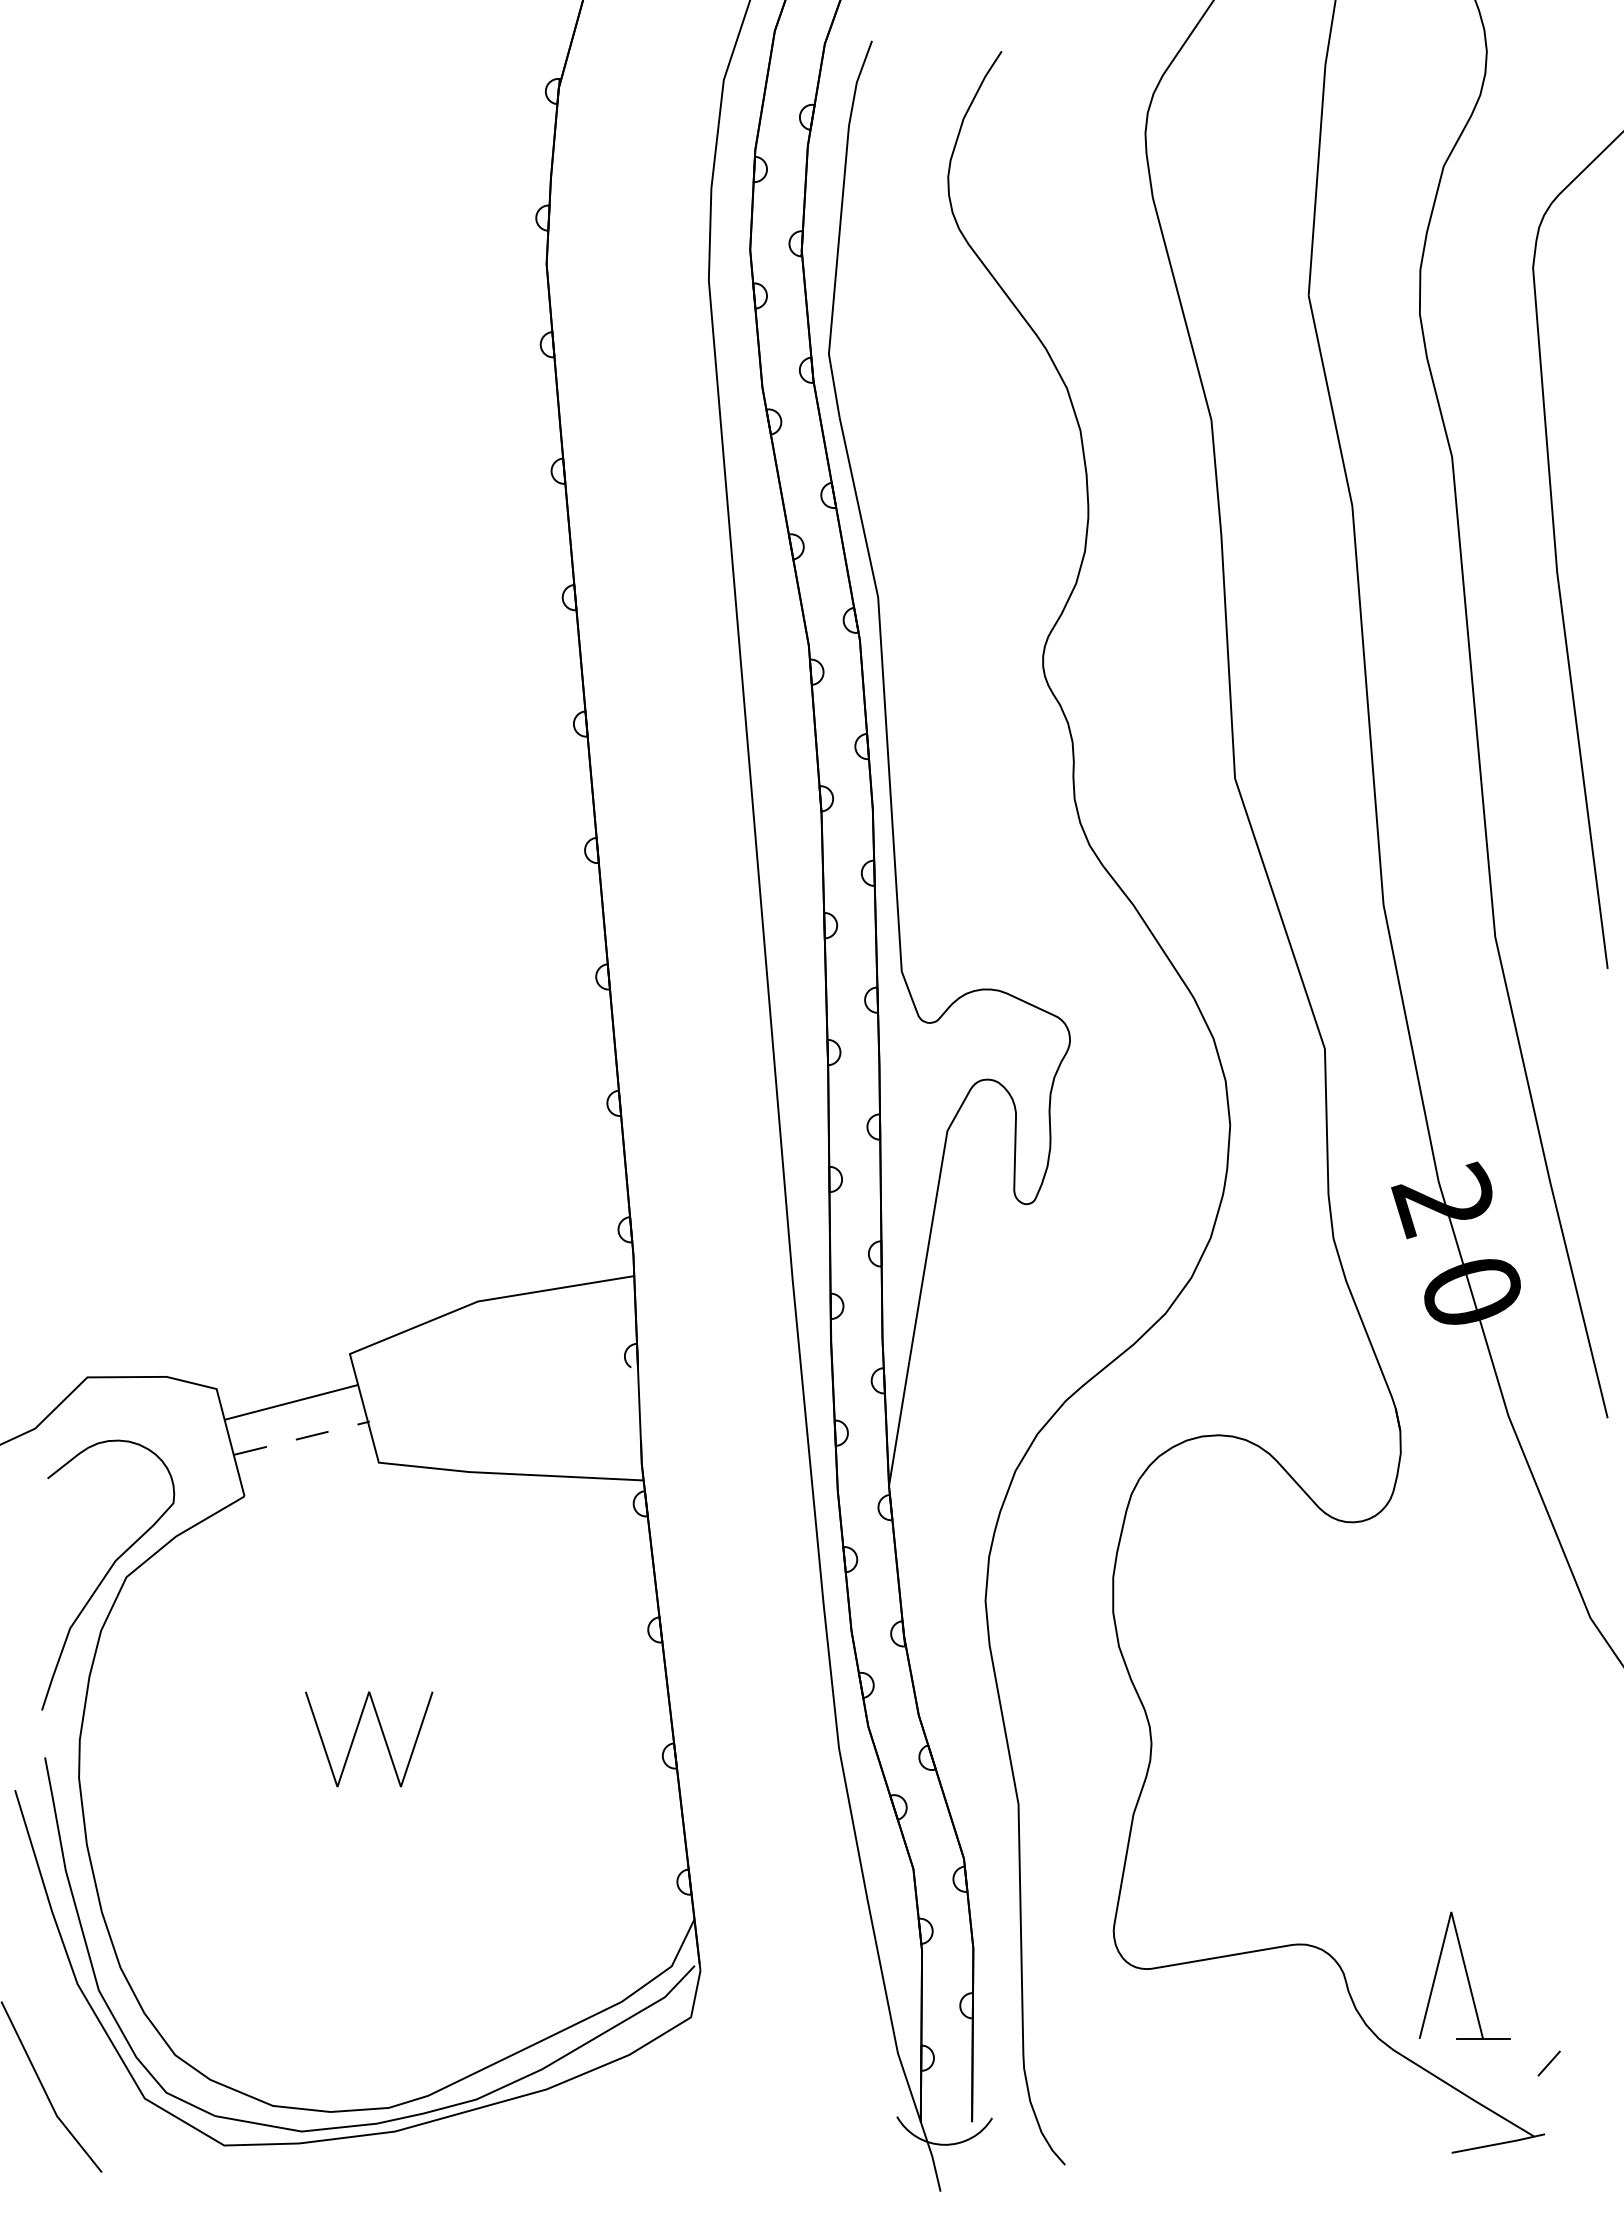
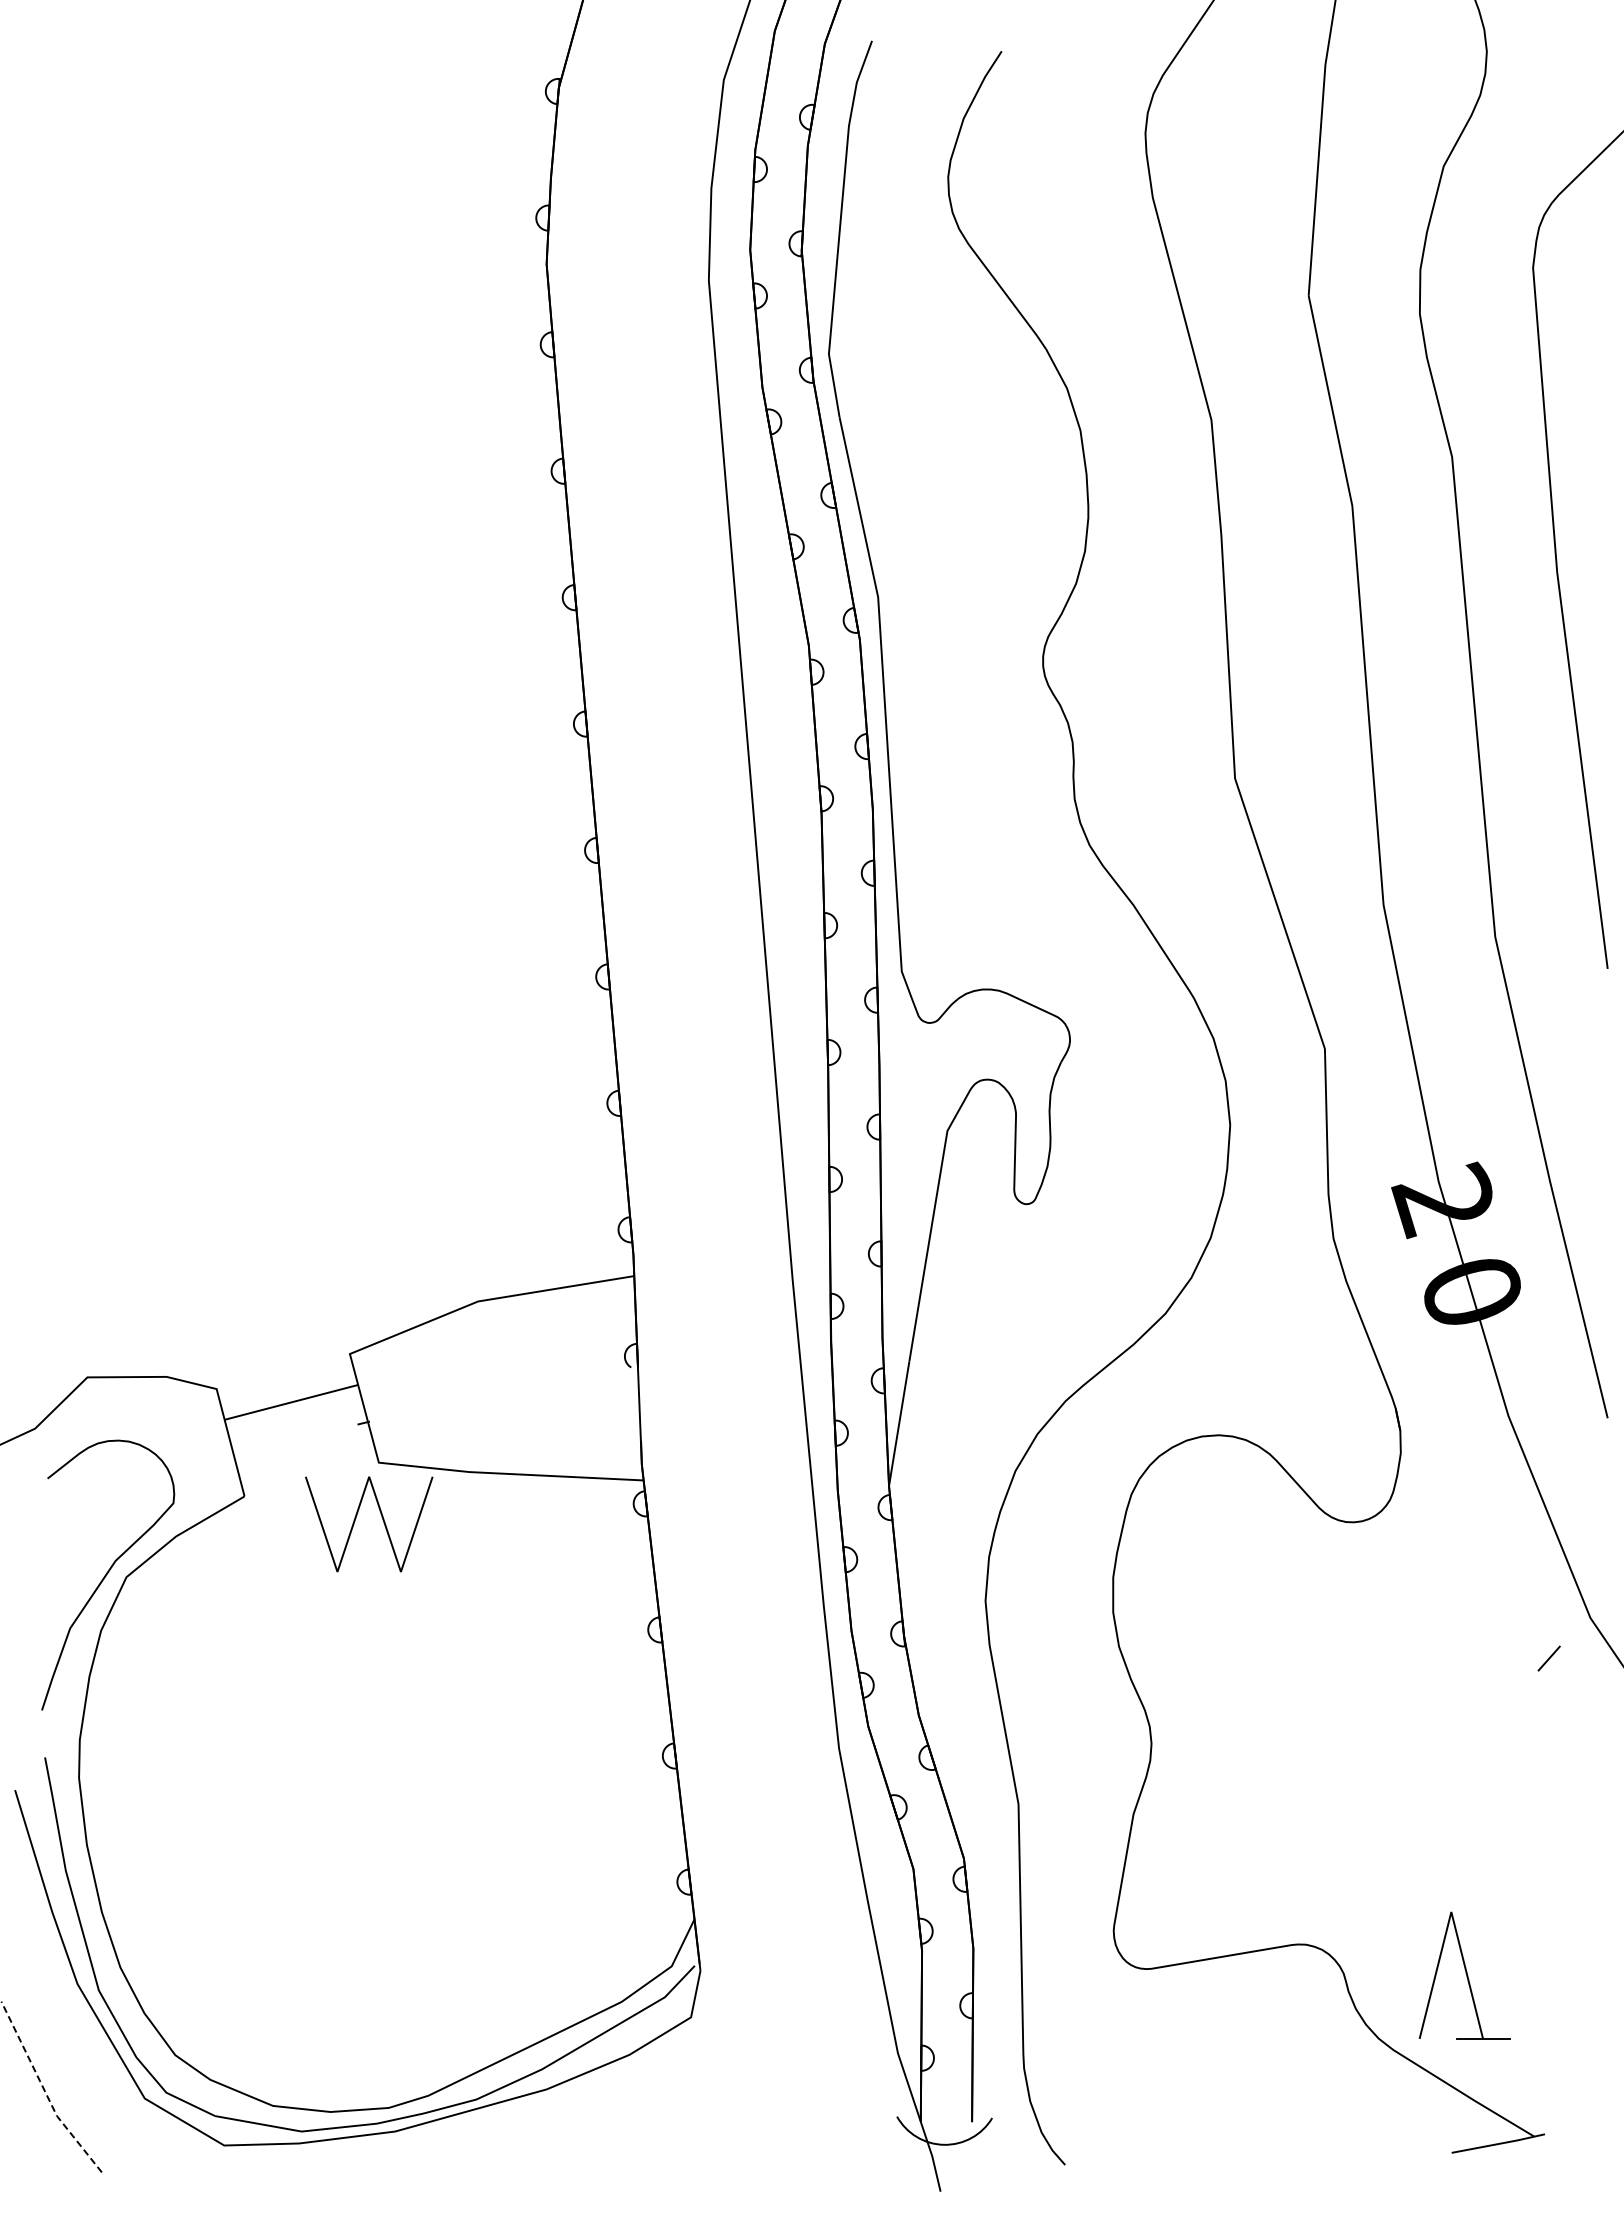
line at (311, 1435): present -> none
line at (250, 1450): present -> none
line at (382, 1735) position: (382, 1735) -> (382, 1520)
line at (1548, 2063) position: (1548, 2063) -> (1548, 1658)
line at (45, 2091): solid -> dashed
